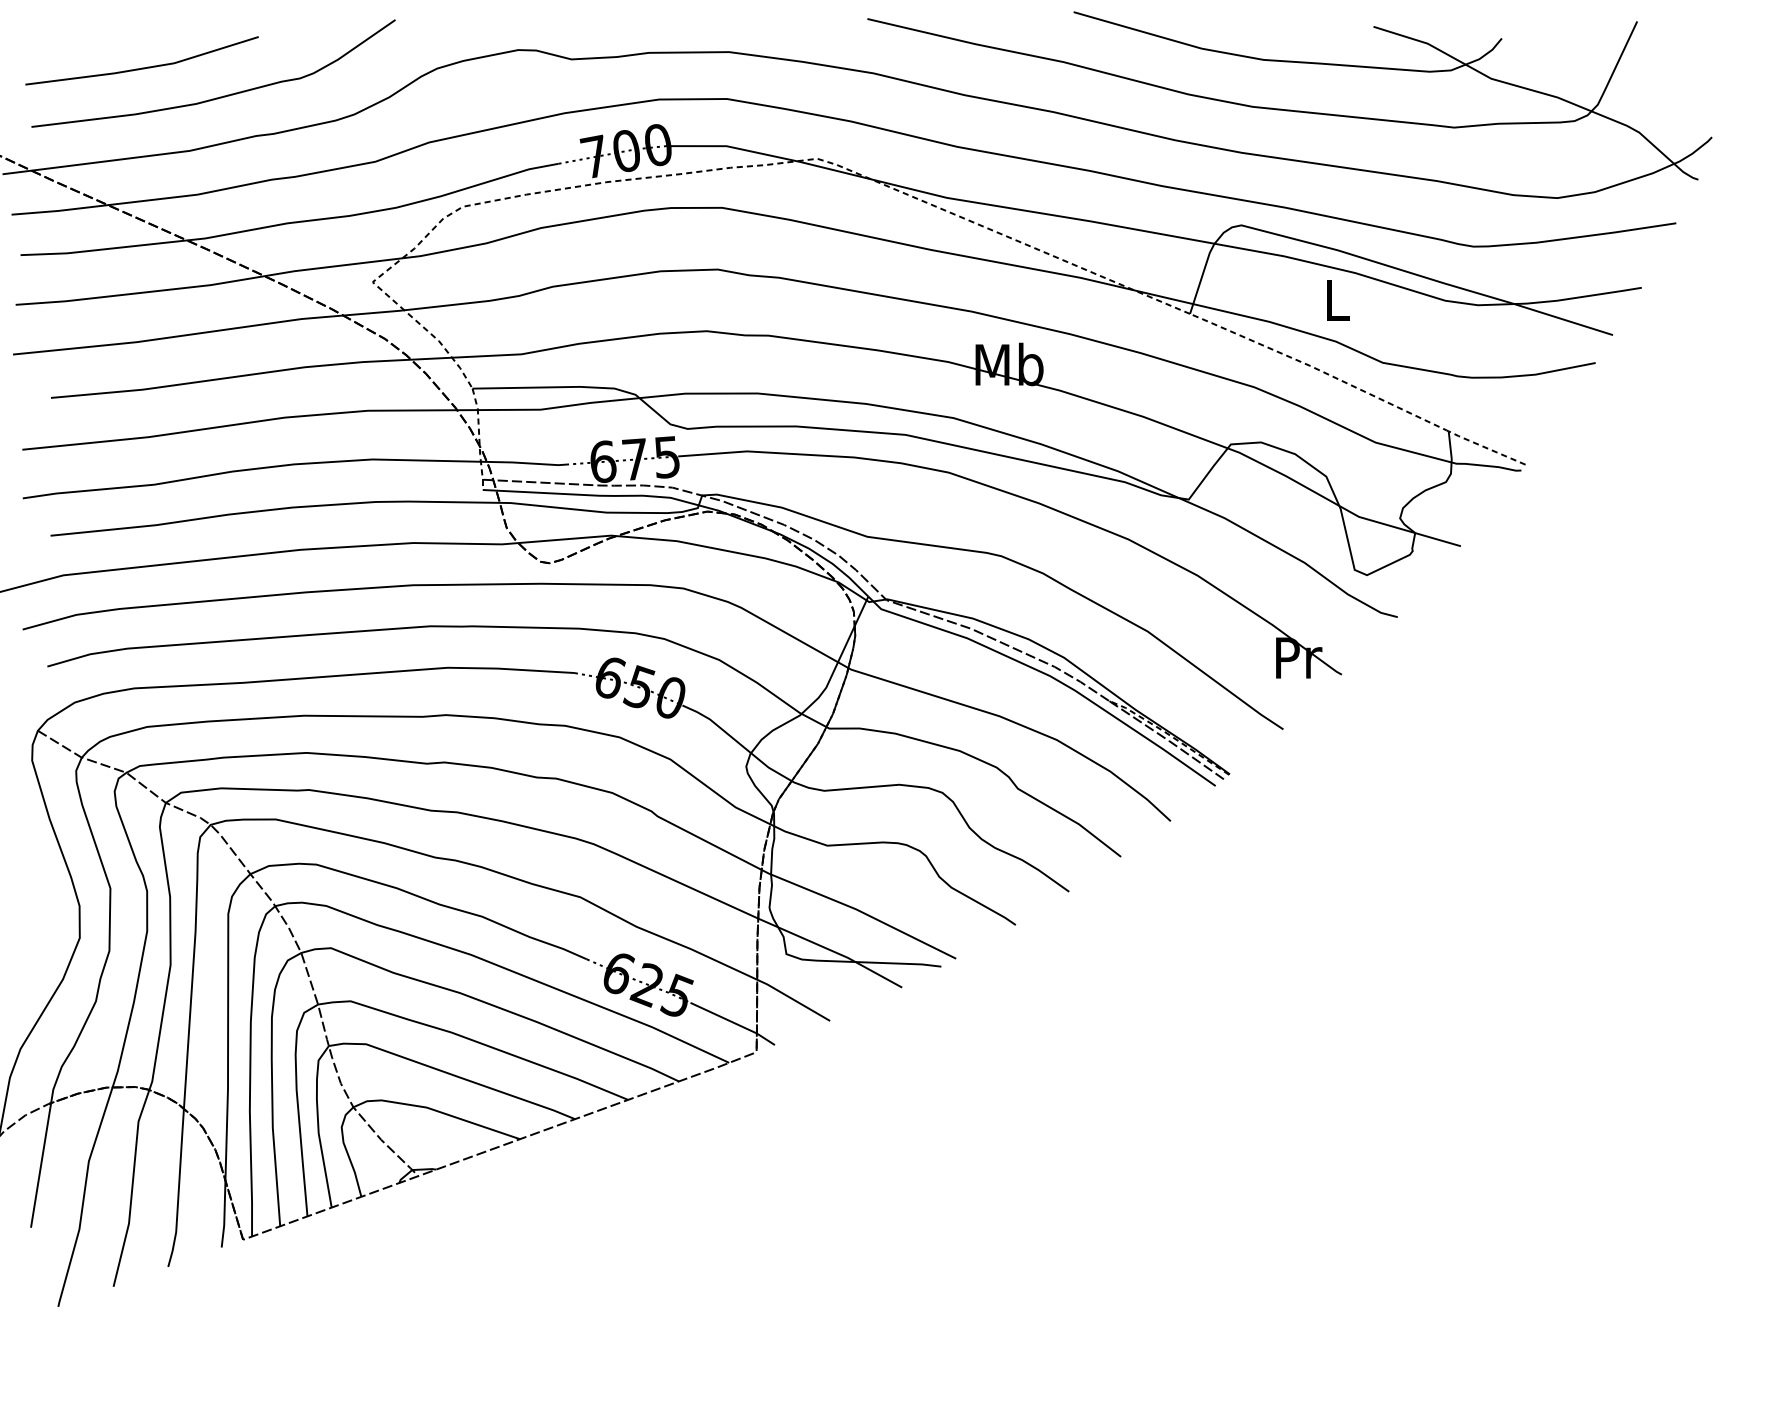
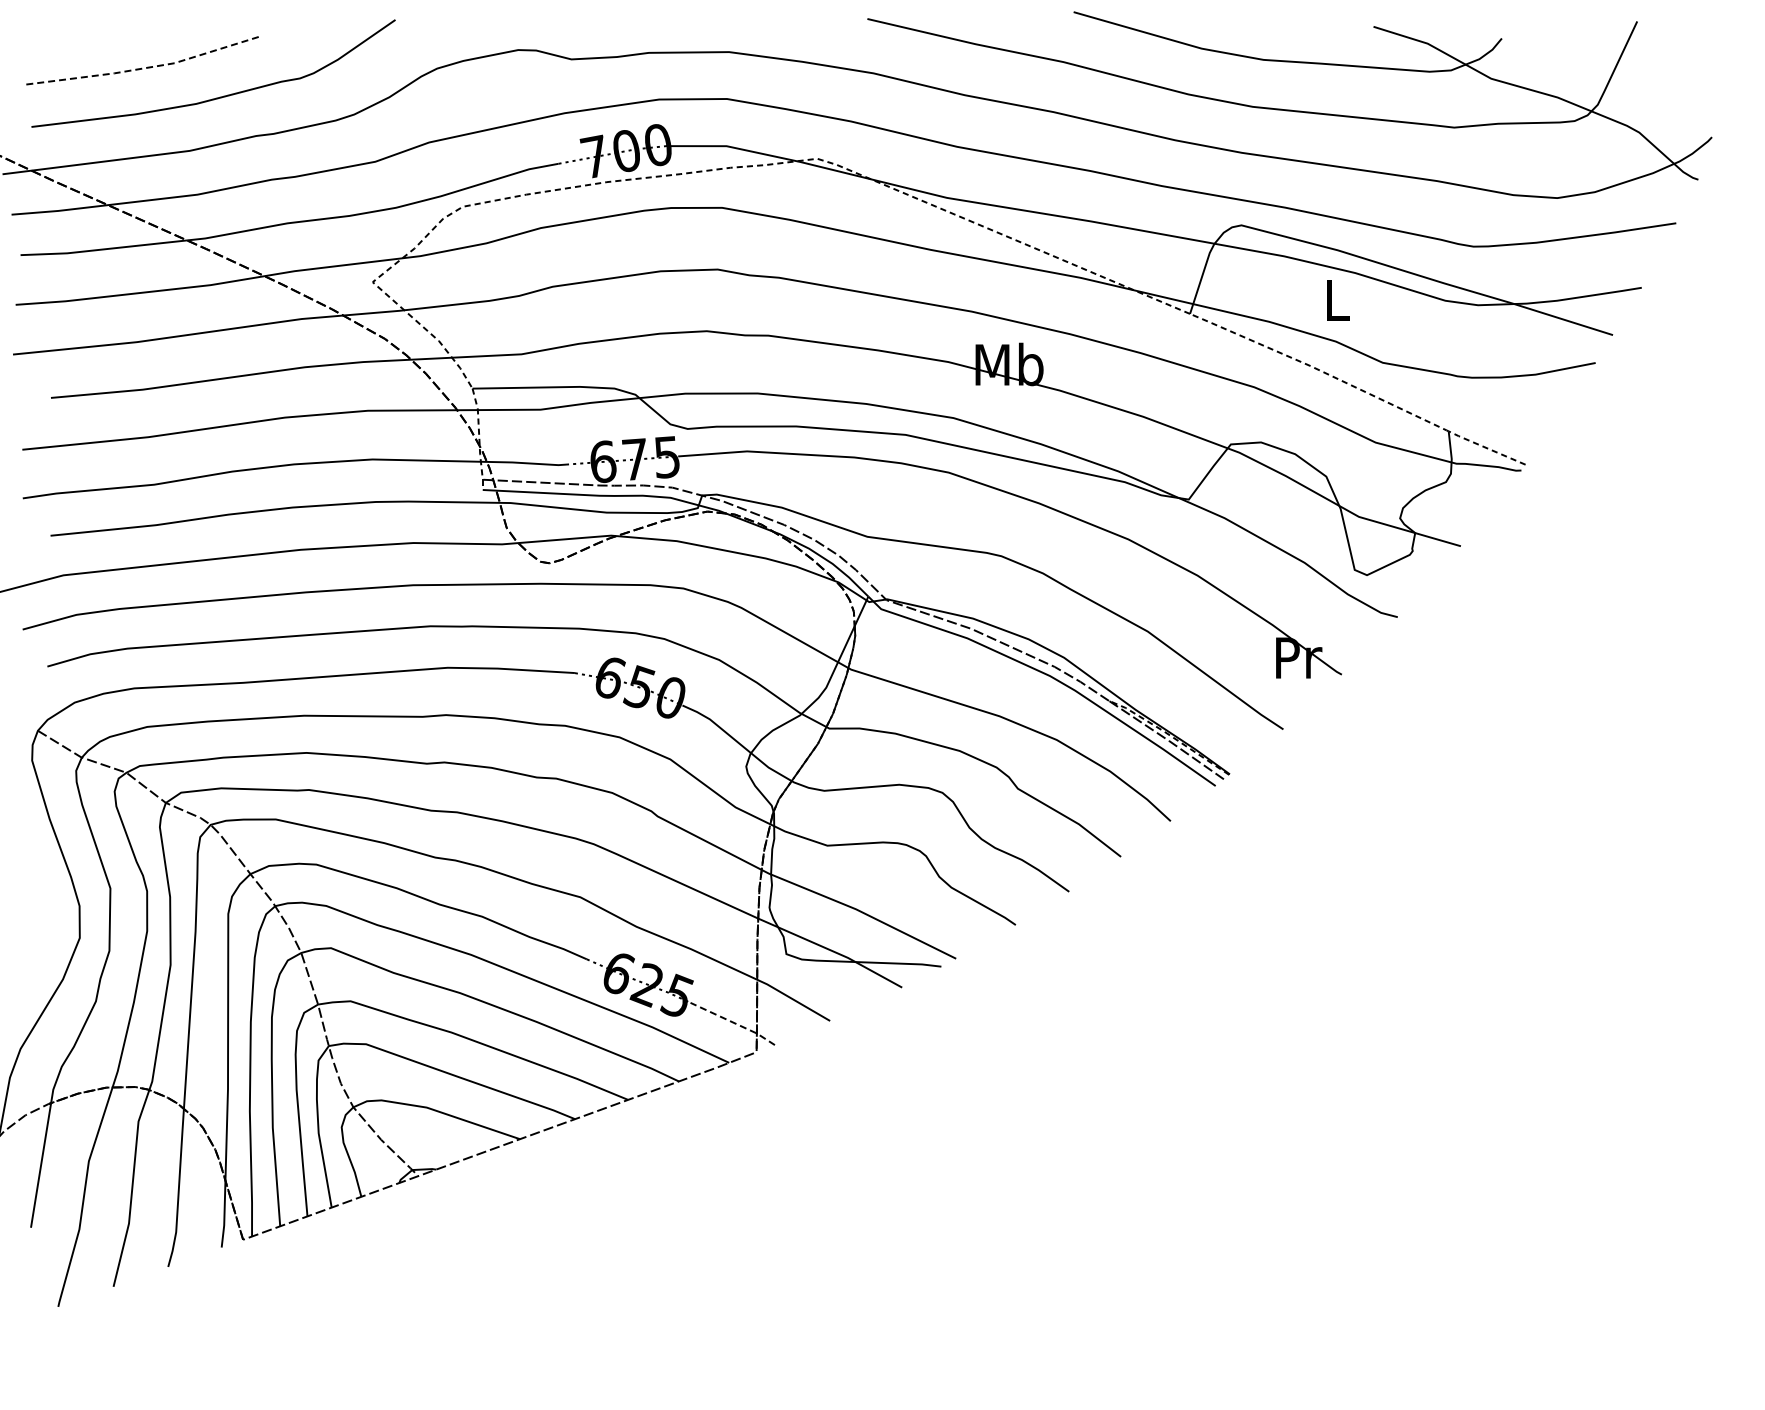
line at (143, 68): solid -> dashed
line at (733, 1022): solid -> dashed
